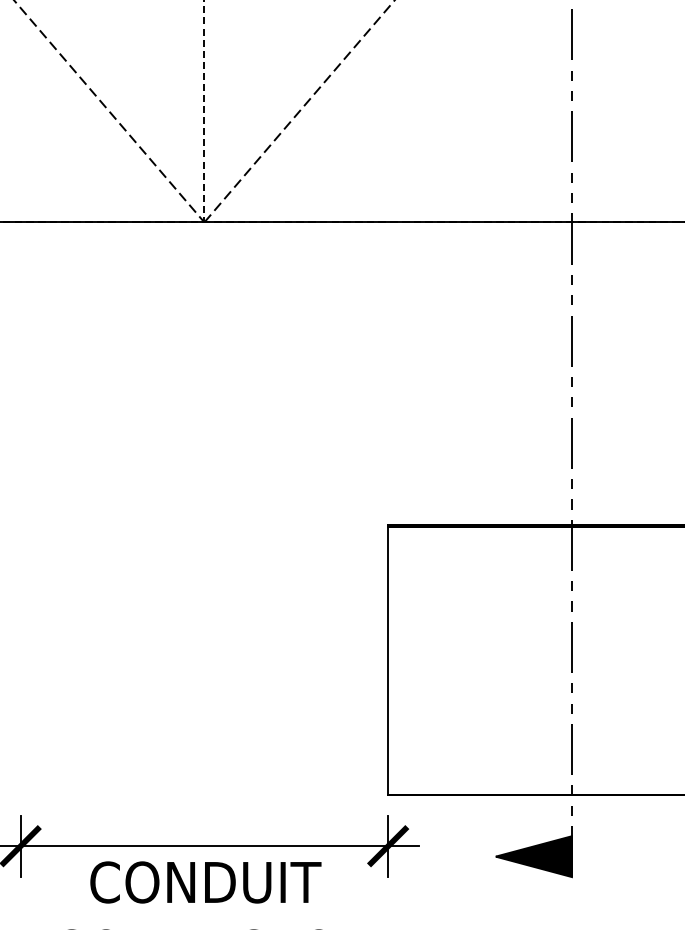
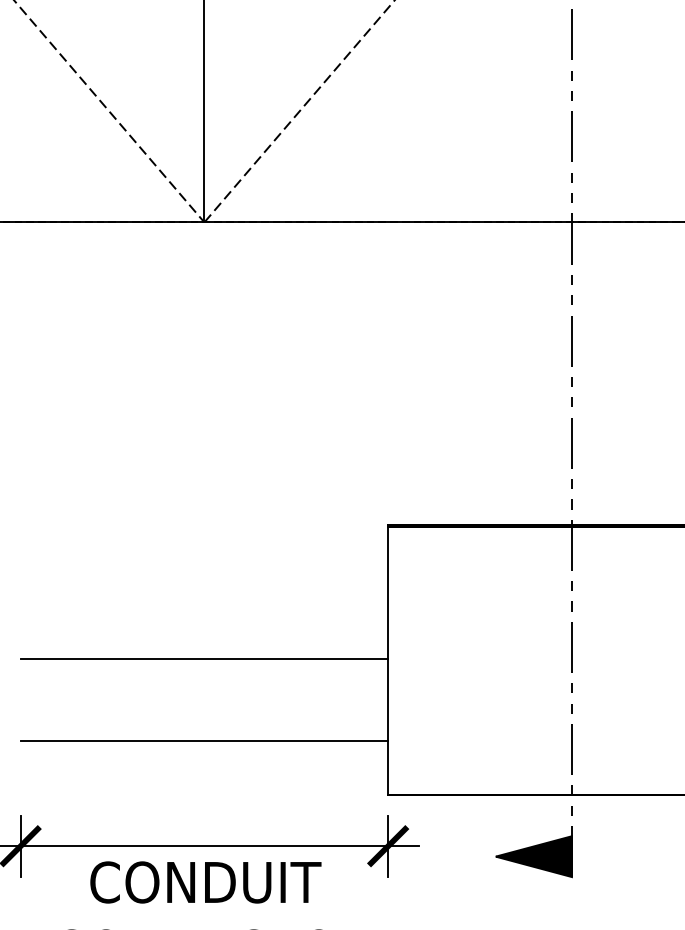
line at (204, 111): dashed -> solid
line at (204, 659): none -> present
line at (204, 740): none -> present
